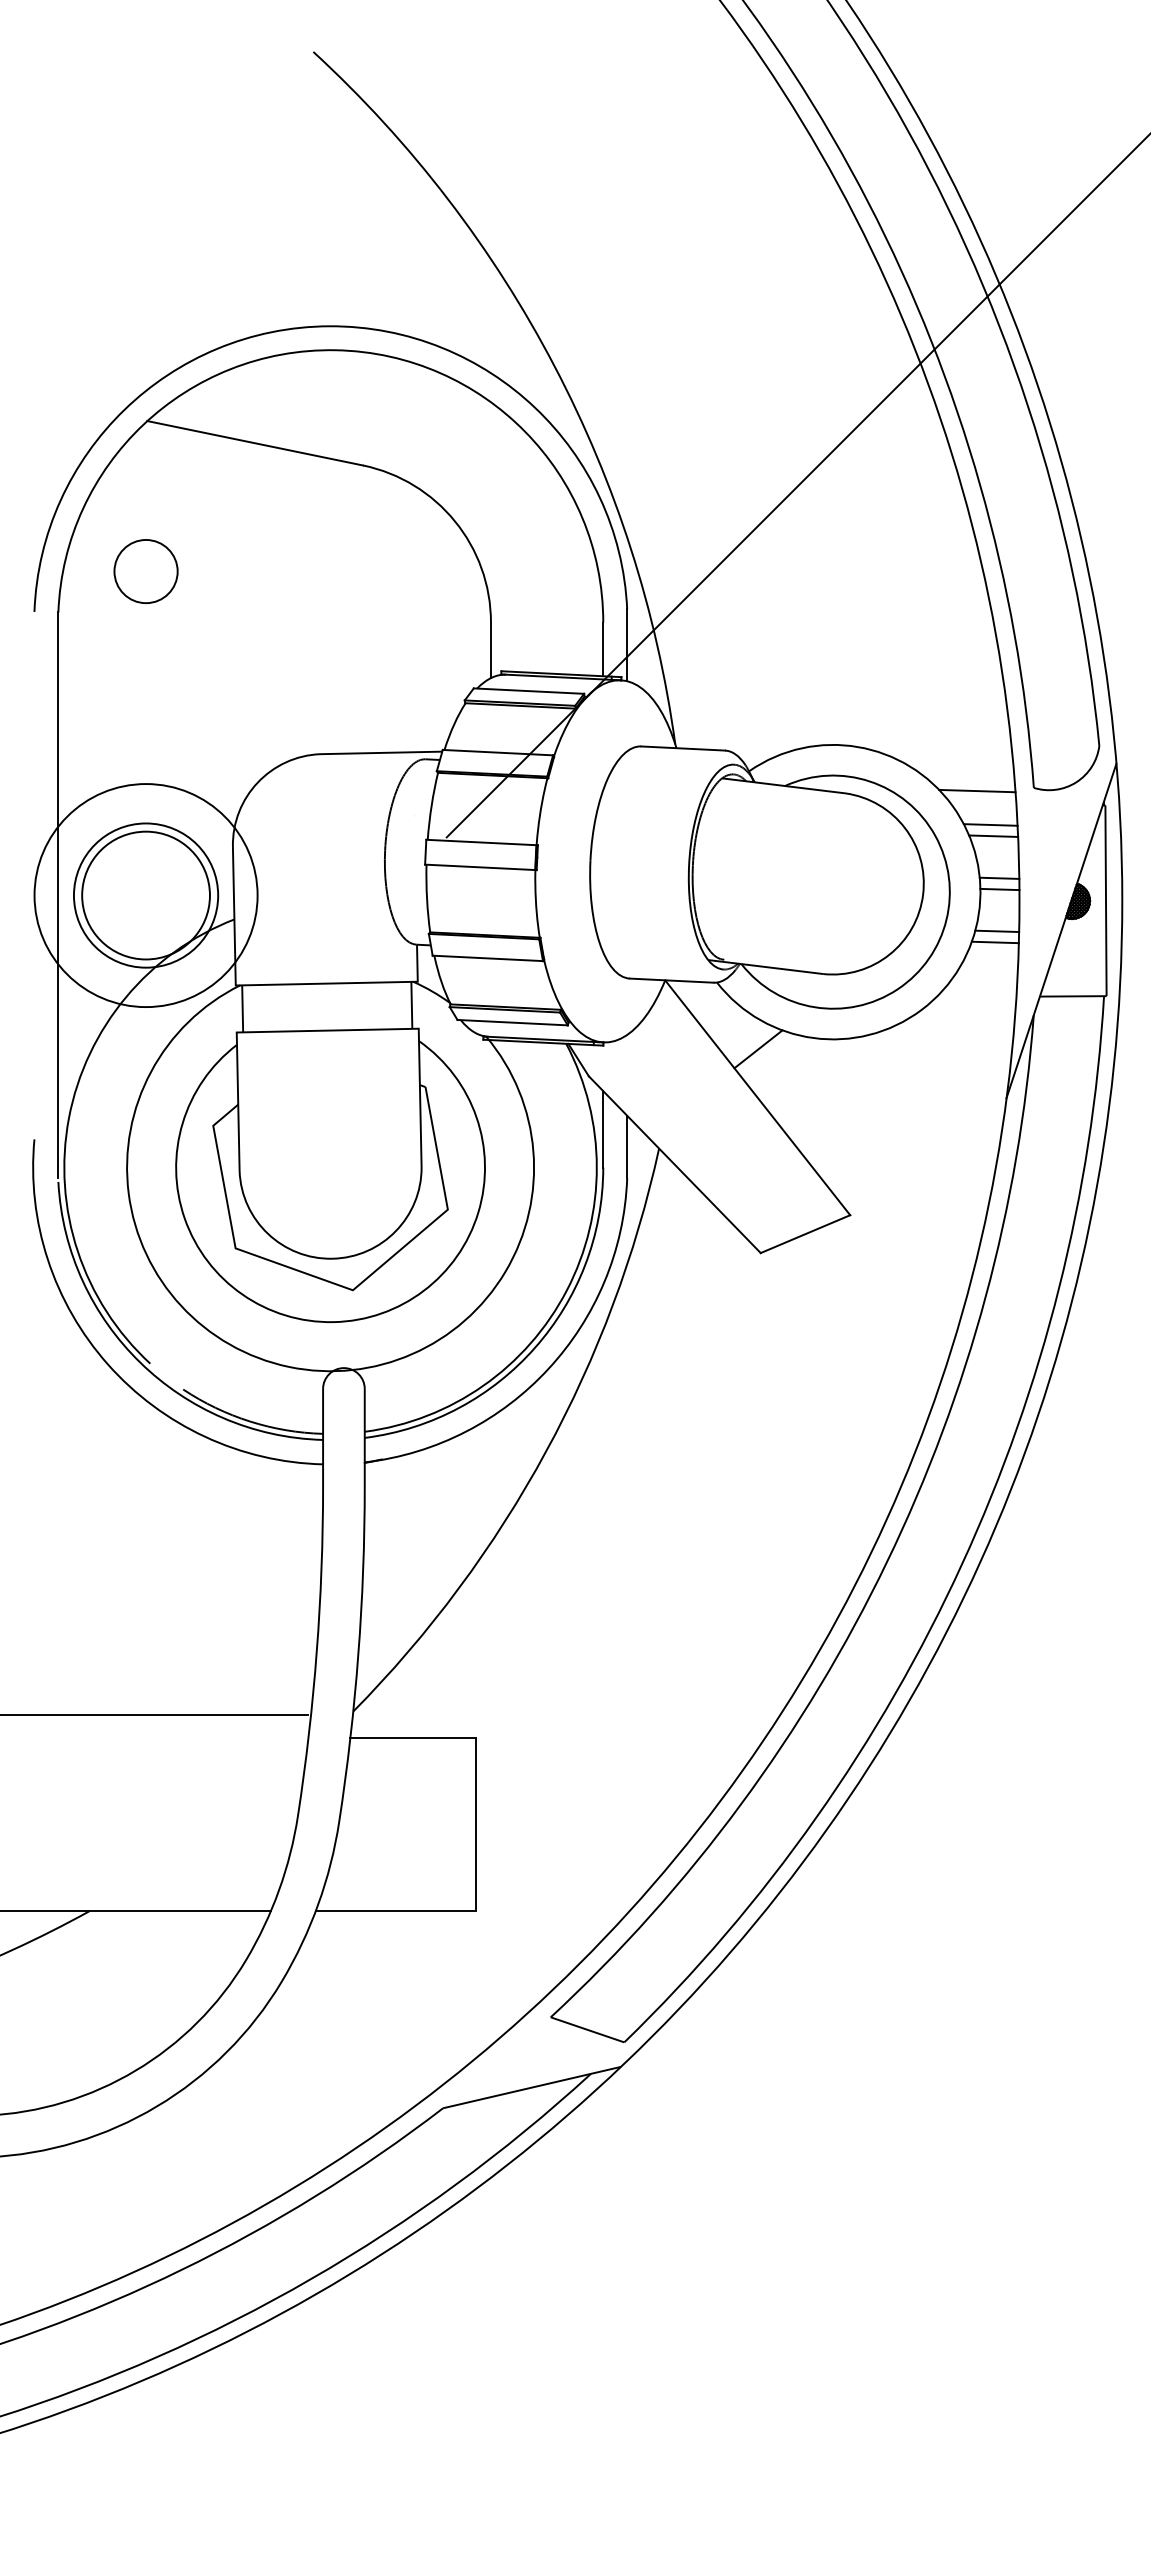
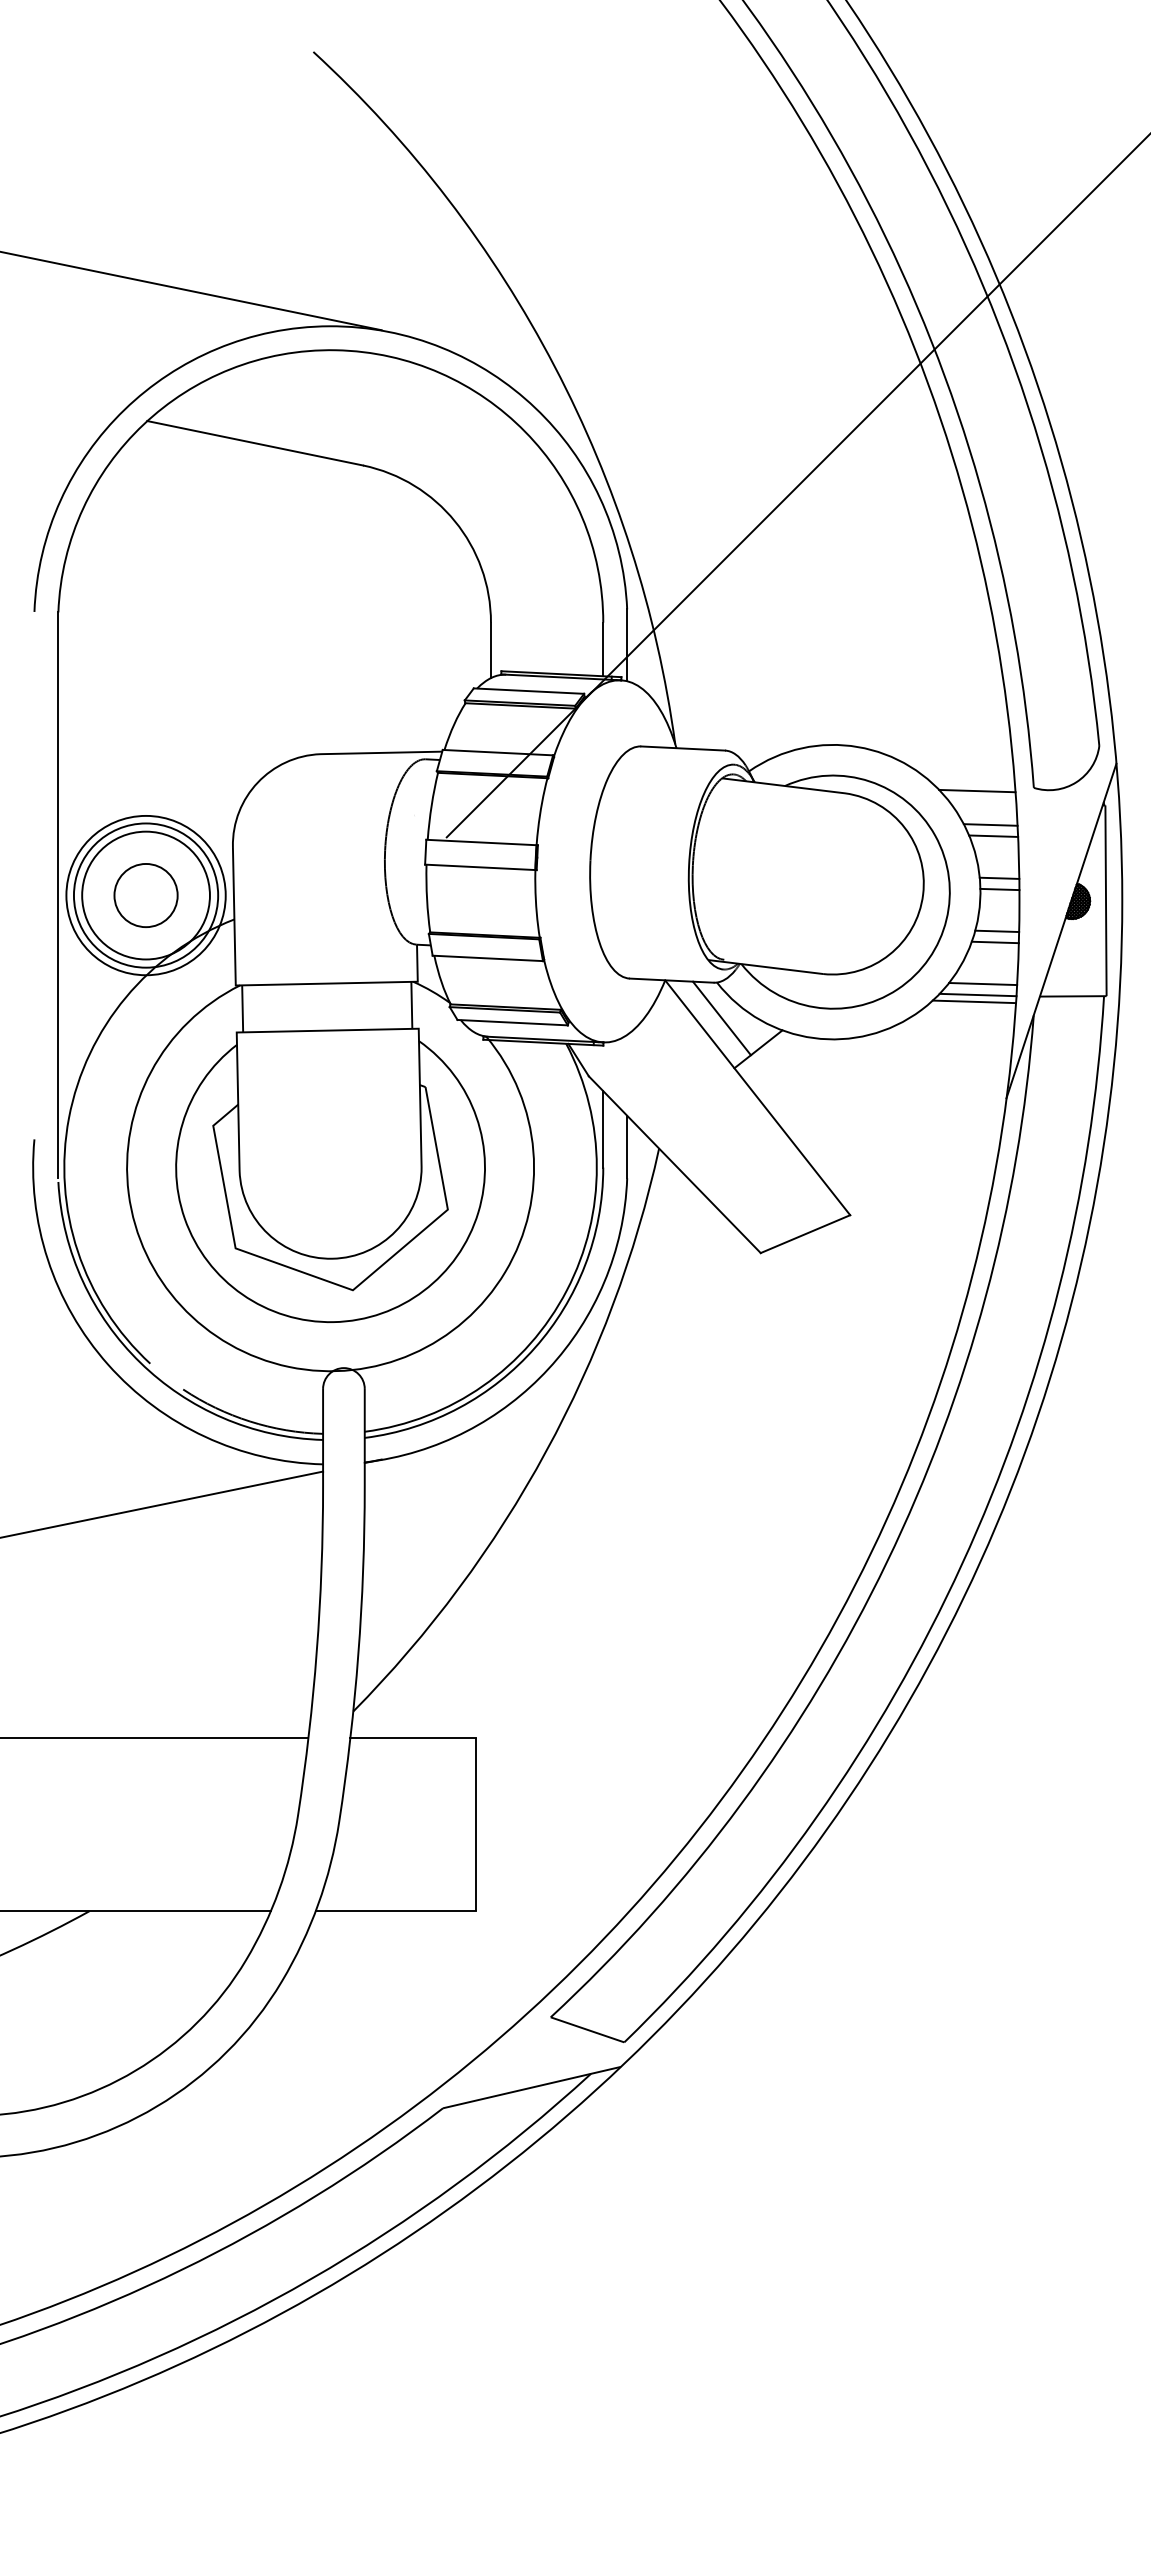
line at (191, 291): none -> present
circle at (145, 571) position: (145, 571) -> (145, 895)
circle at (145, 895) diameter: 223 px -> 159 px
line at (983, 984): none -> present
line at (977, 994): none -> present
line at (974, 1001): none -> present
line at (721, 1018): none -> present
line at (162, 1504): none -> present
line at (155, 1715) position: (155, 1715) -> (155, 1738)
